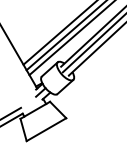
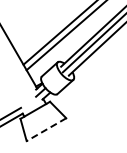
line at (71, 38): present -> none
line at (46, 129): solid -> dashed
